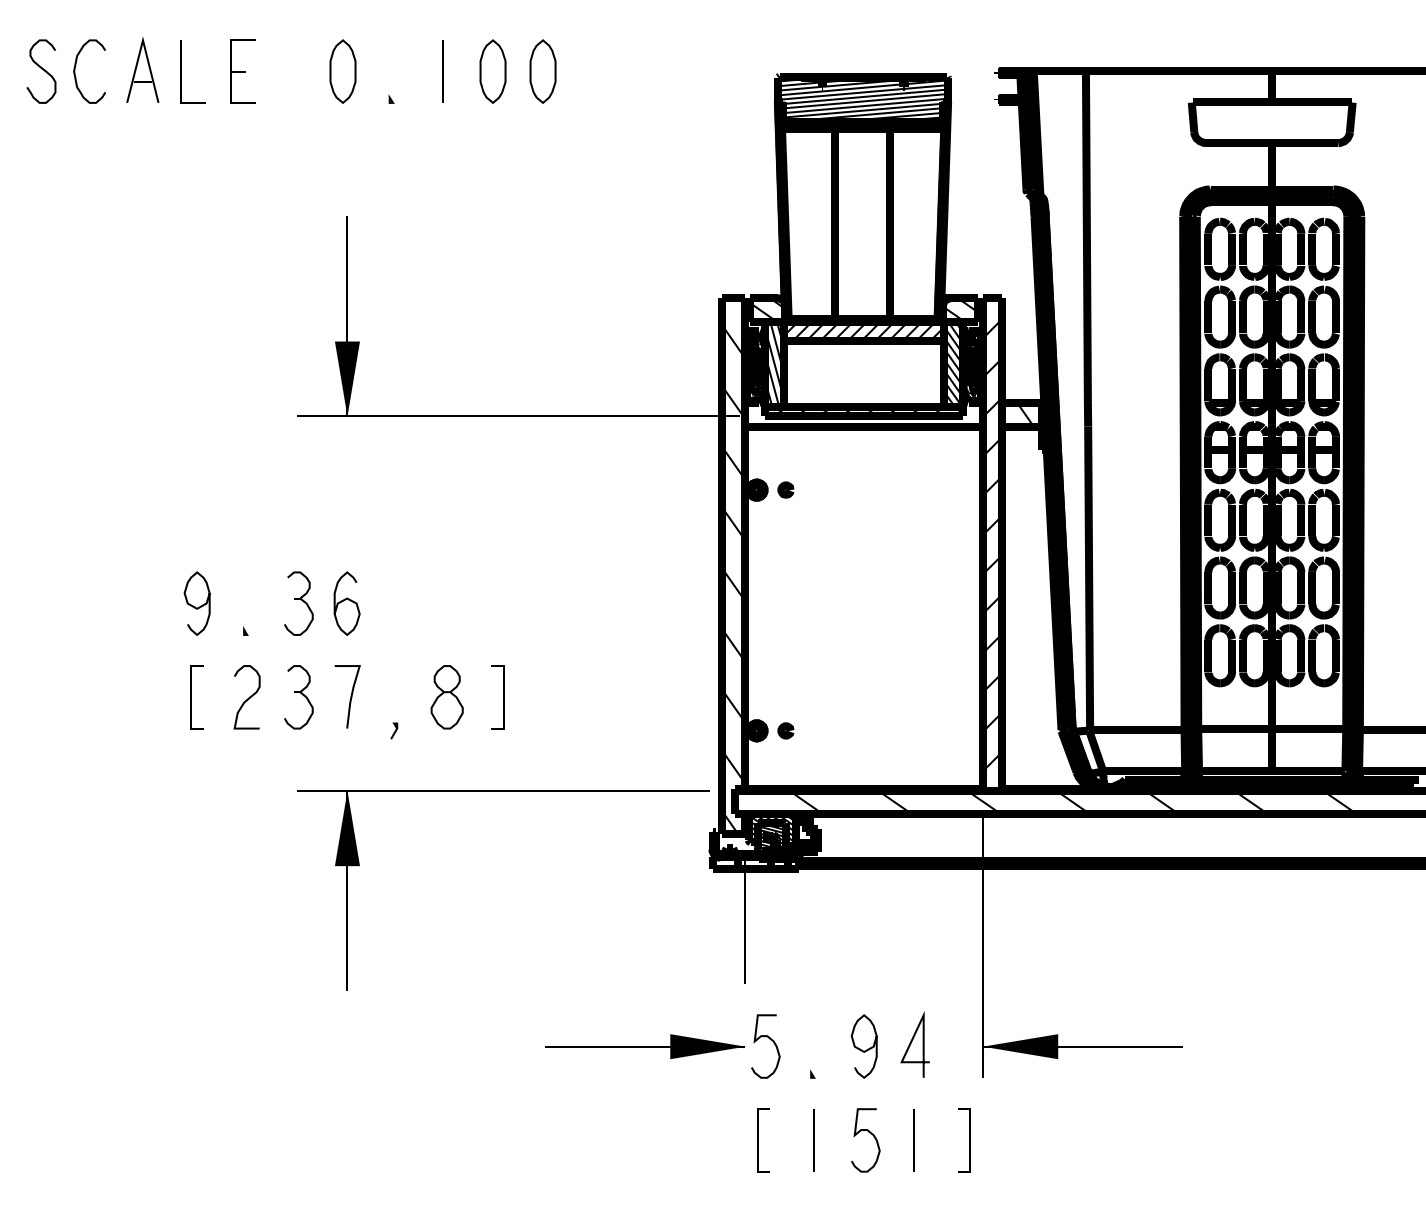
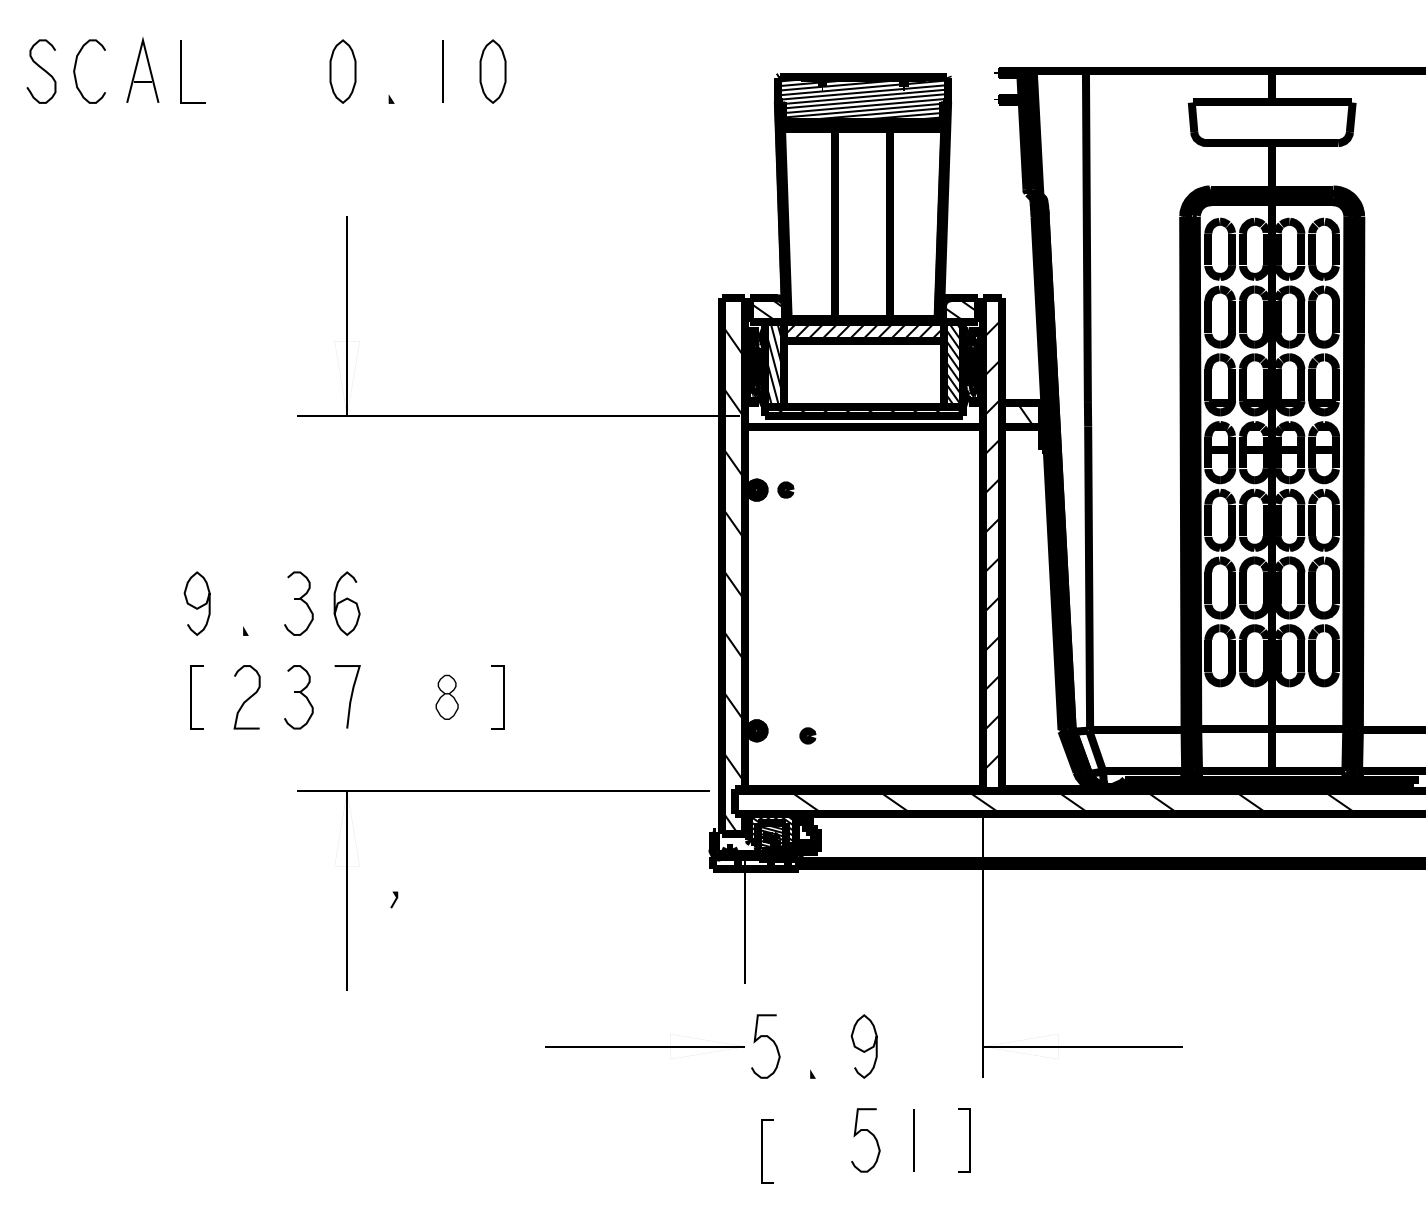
part at (242, 71): present -> none
part at (542, 71): present -> none
fill at (346, 378): present -> none
part at (446, 697) size: 34x65 px -> 24x46 px
line at (395, 730) position: (395, 730) -> (395, 899)
curve at (785, 730) position: (785, 730) -> (807, 735)
fill at (346, 828): present -> none
line at (911, 1044): present -> none
fill at (707, 1046): present -> none
fill at (1020, 1046): present -> none
line at (758, 1140) position: (758, 1140) -> (762, 1151)
line at (813, 1140): present -> none
